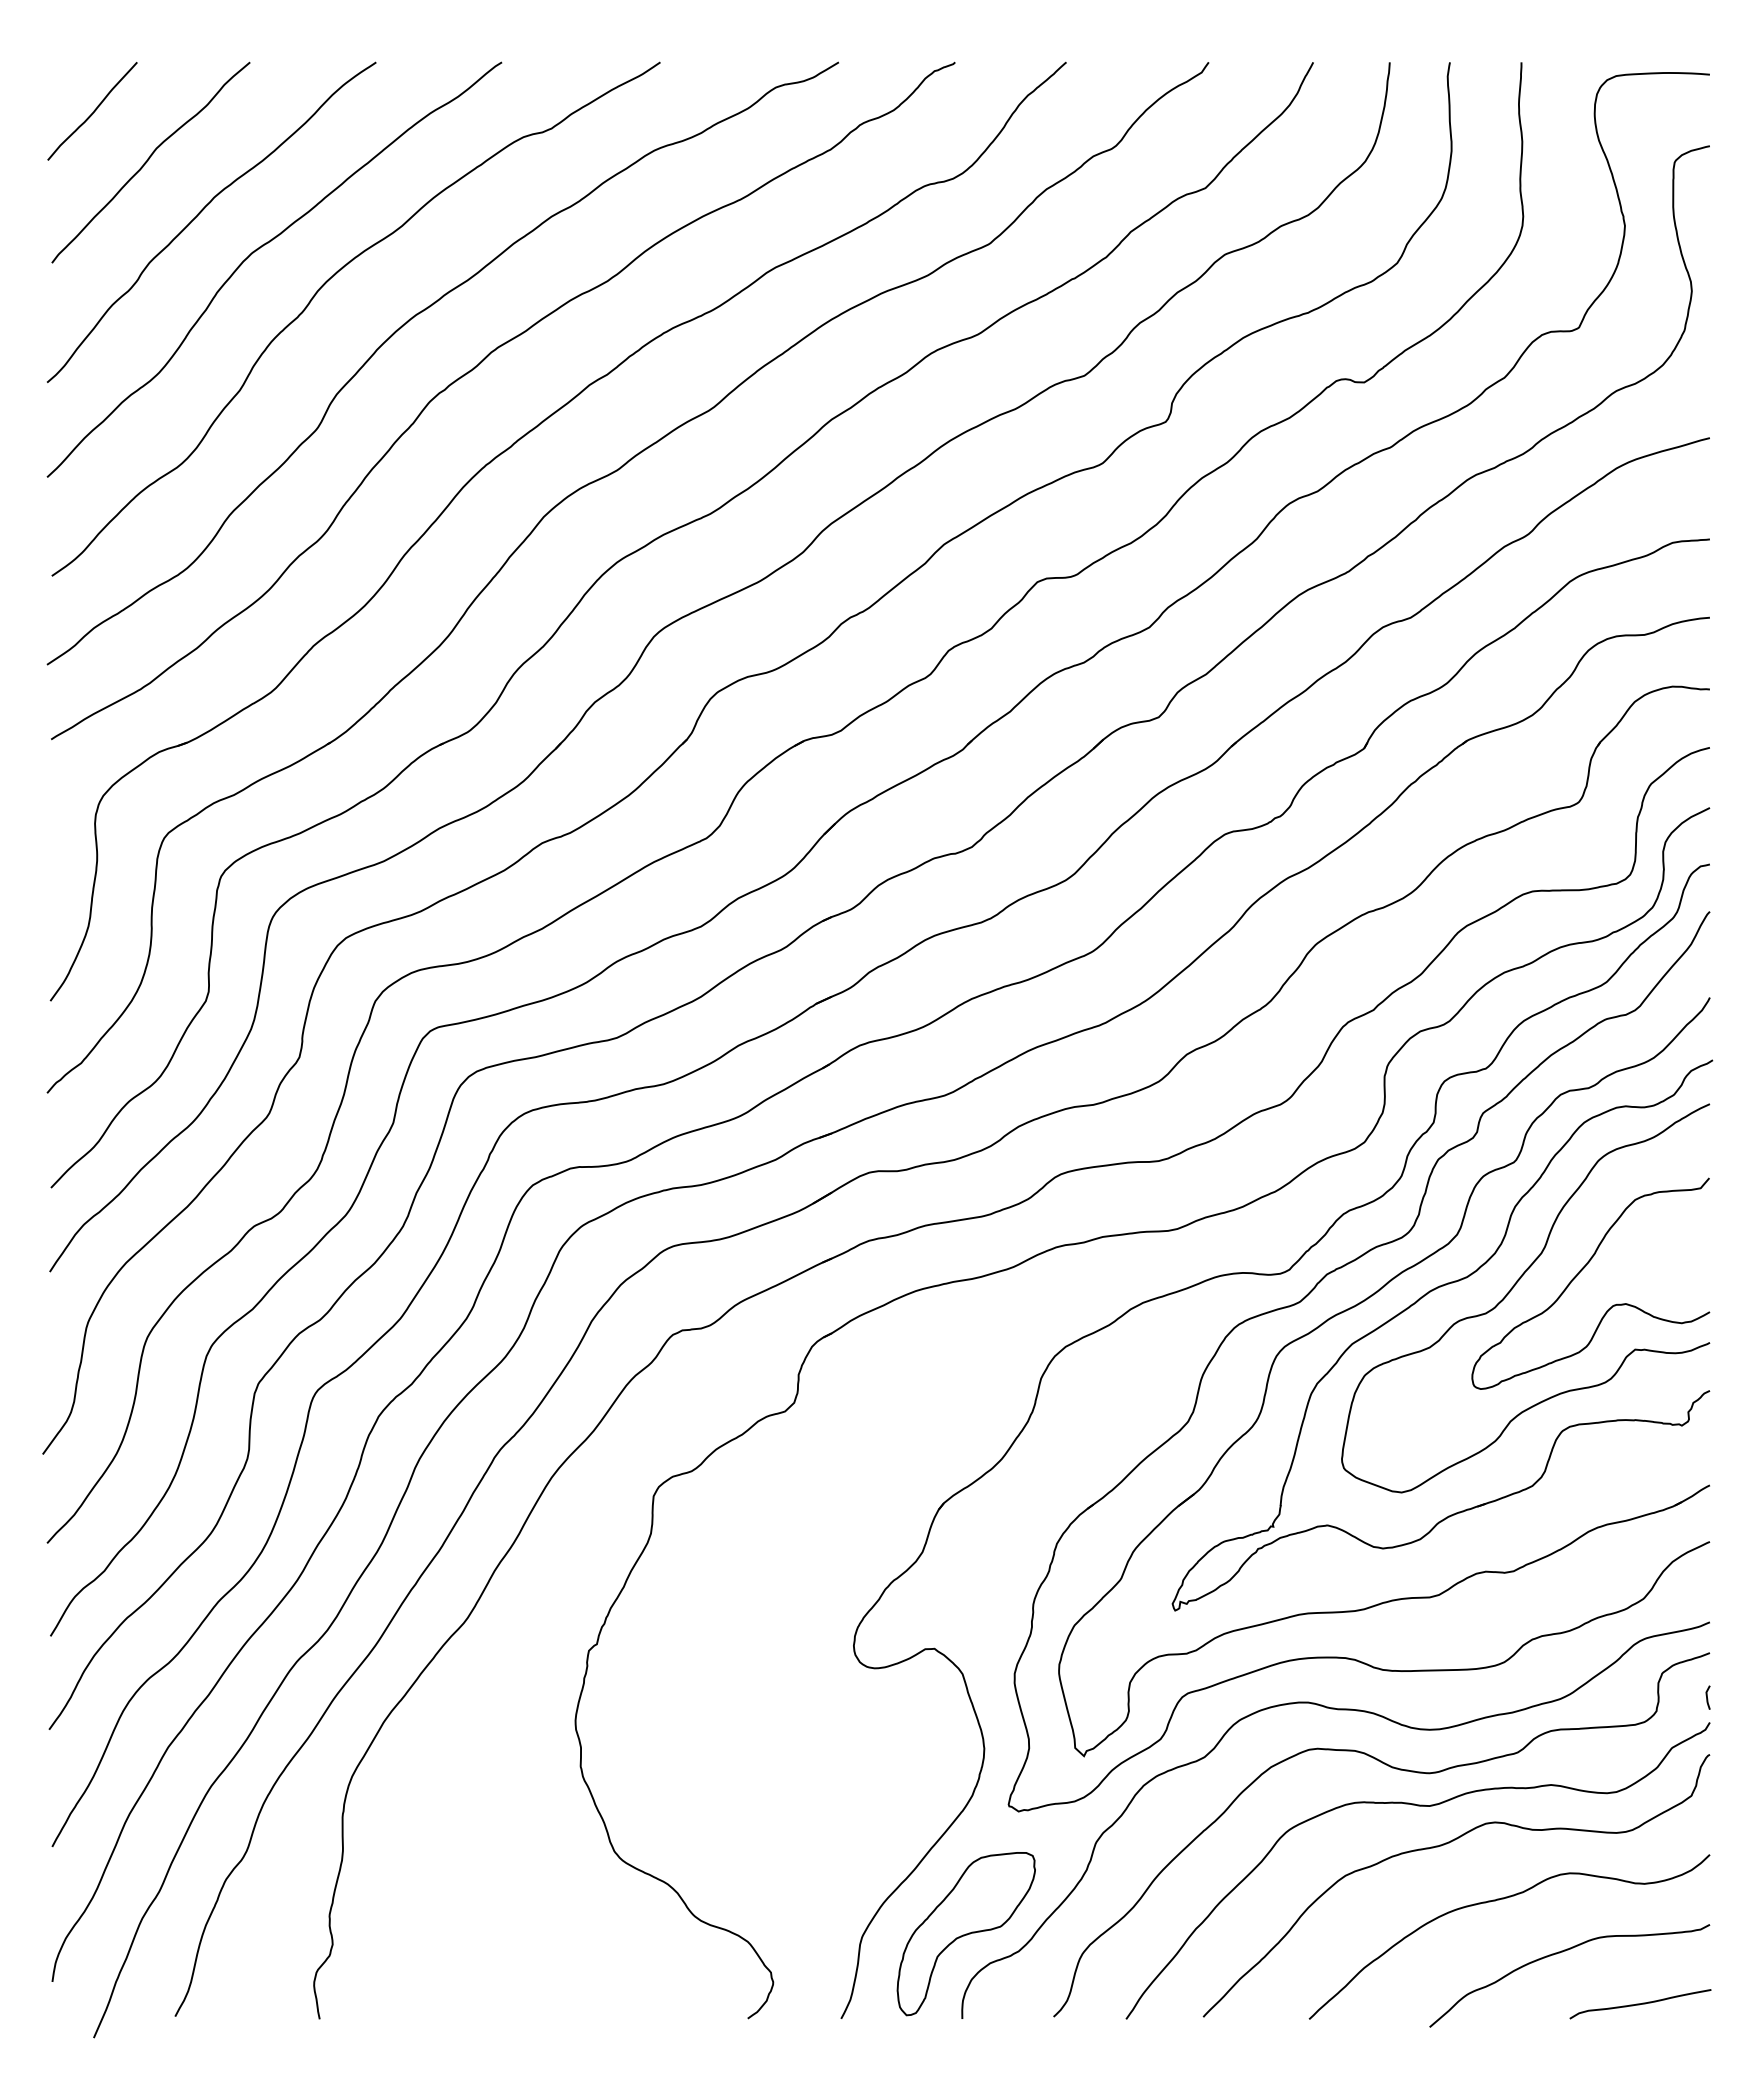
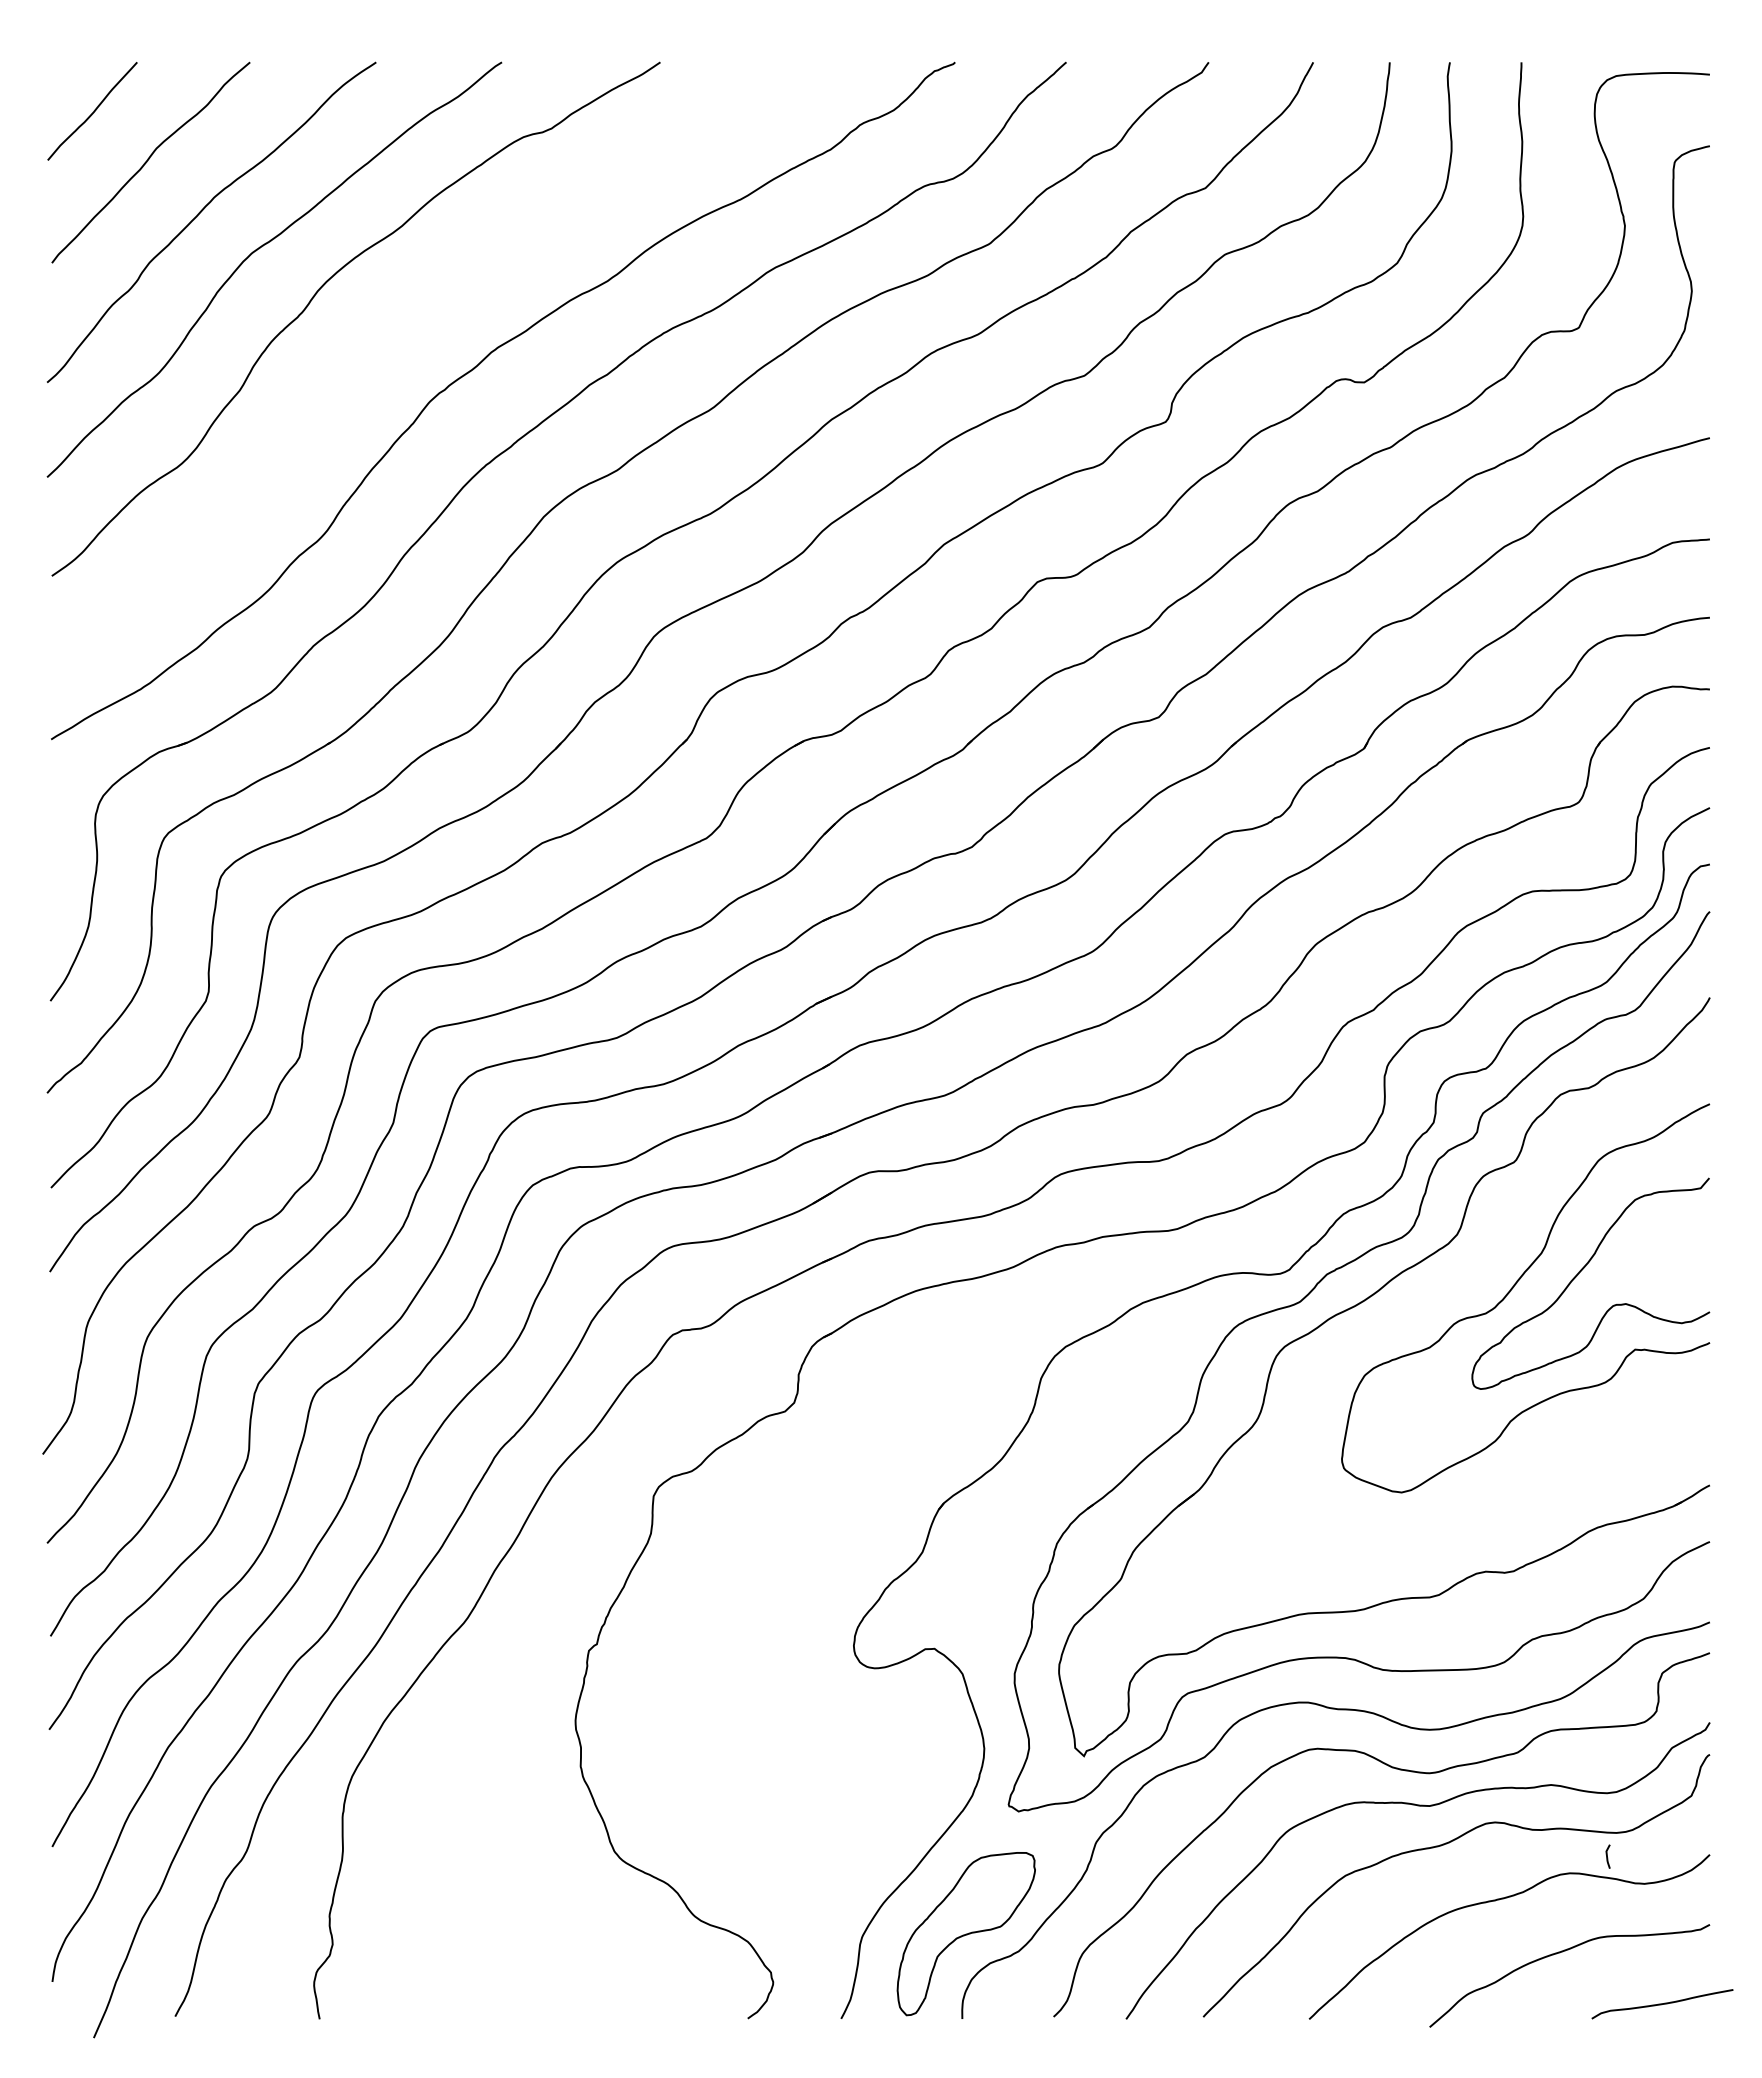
curve at (407, 323): present -> none
part at (1416, 1303): present -> none
curve at (1707, 1697) position: (1707, 1697) -> (1607, 1856)
curve at (1640, 2004) position: (1640, 2004) -> (1662, 2004)
